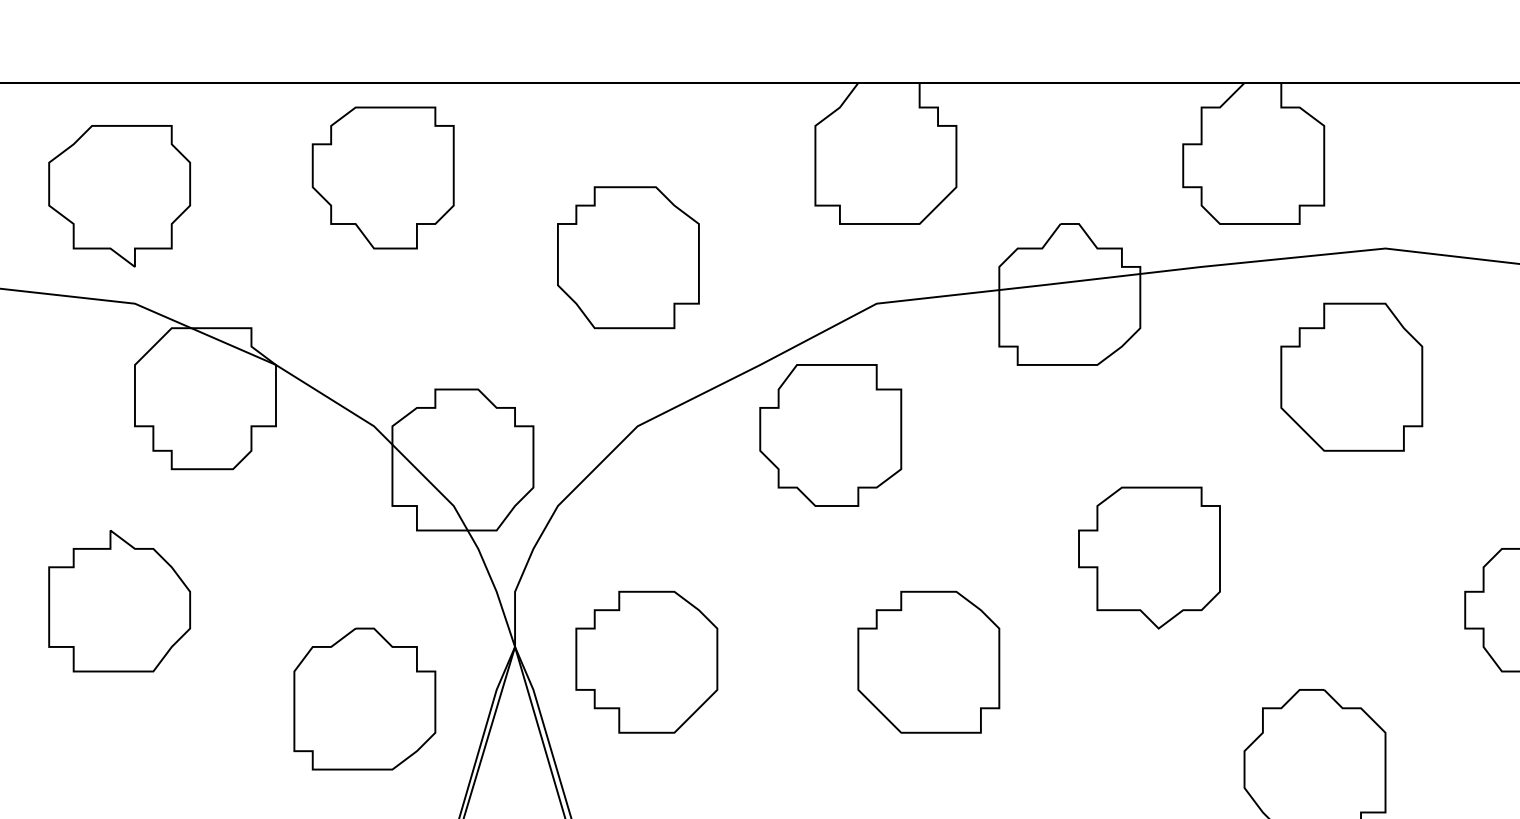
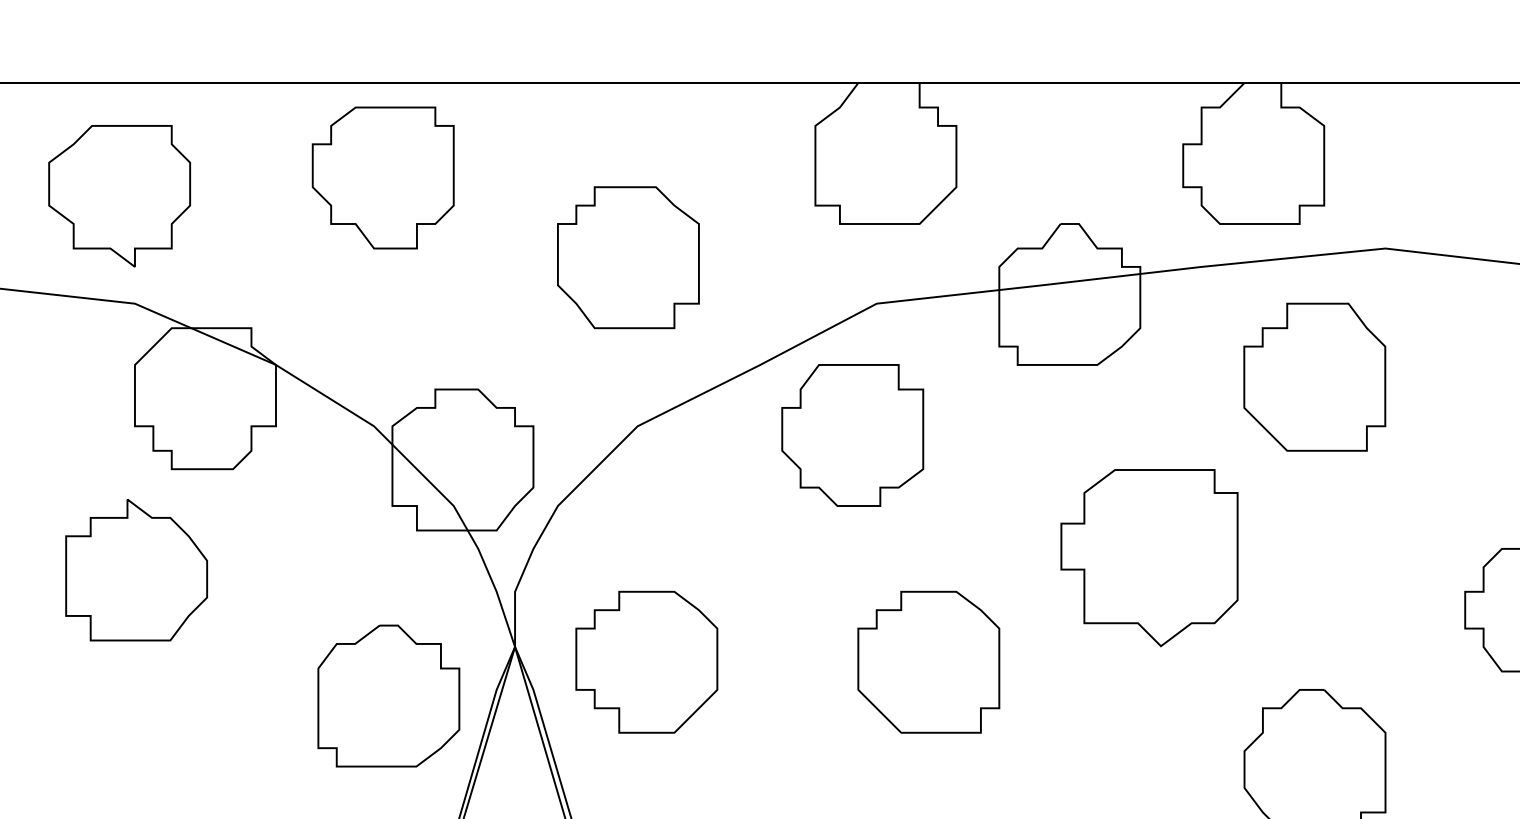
part at (1351, 376) position: (1351, 376) -> (1314, 376)
part at (830, 435) position: (830, 435) -> (852, 435)
part at (1149, 557) size: 143x144 px -> 179x179 px
part at (119, 601) position: (119, 601) -> (136, 570)
part at (364, 698) position: (364, 698) -> (388, 695)
